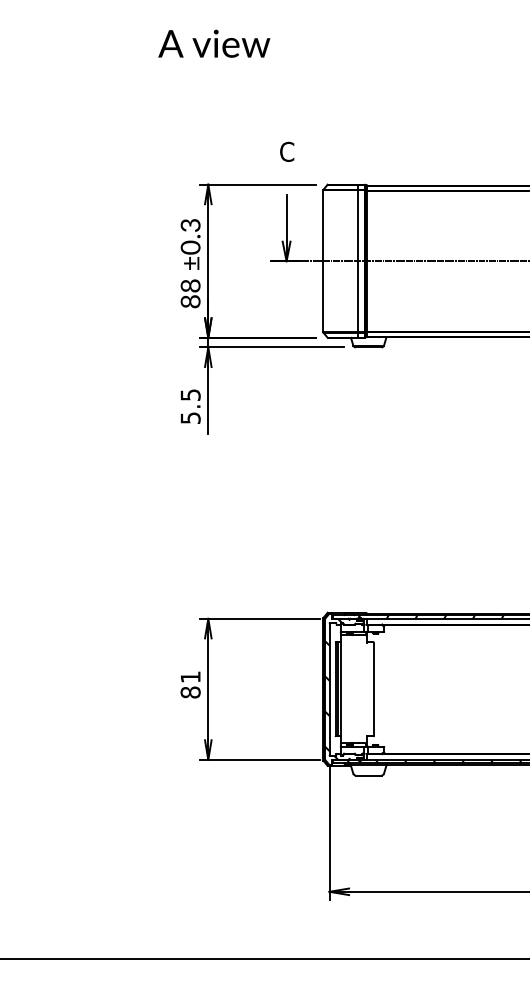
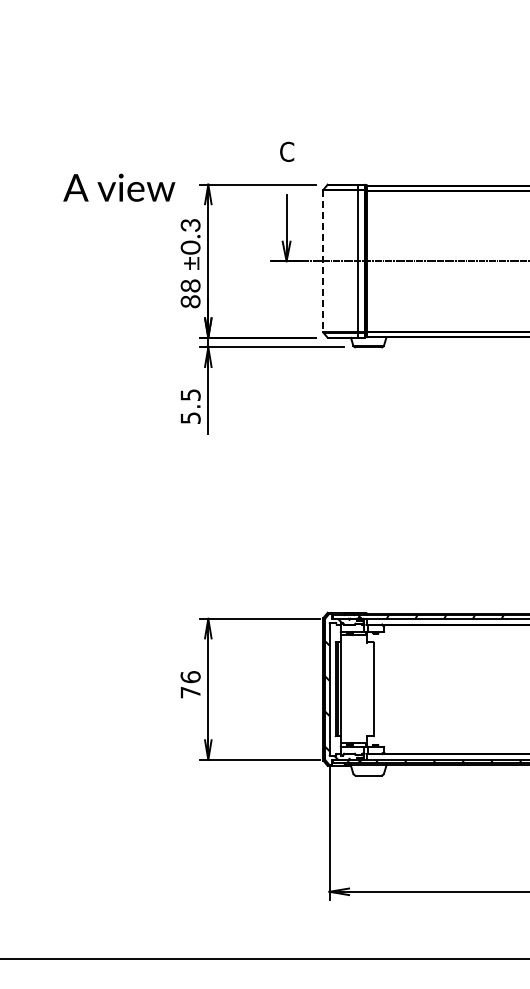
text at (214, 43) position: (214, 43) -> (119, 187)
line at (323, 261): solid -> dashed
text at (190, 684): 81 -> 76
